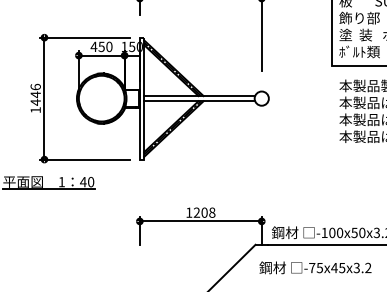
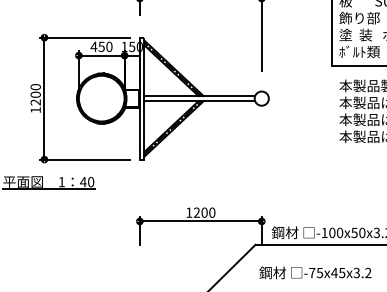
text at (35, 94): 1446 -> 1200
text at (212, 212): 1208 -> 1200
text at (315, 267) position: (315, 267) -> (315, 272)
